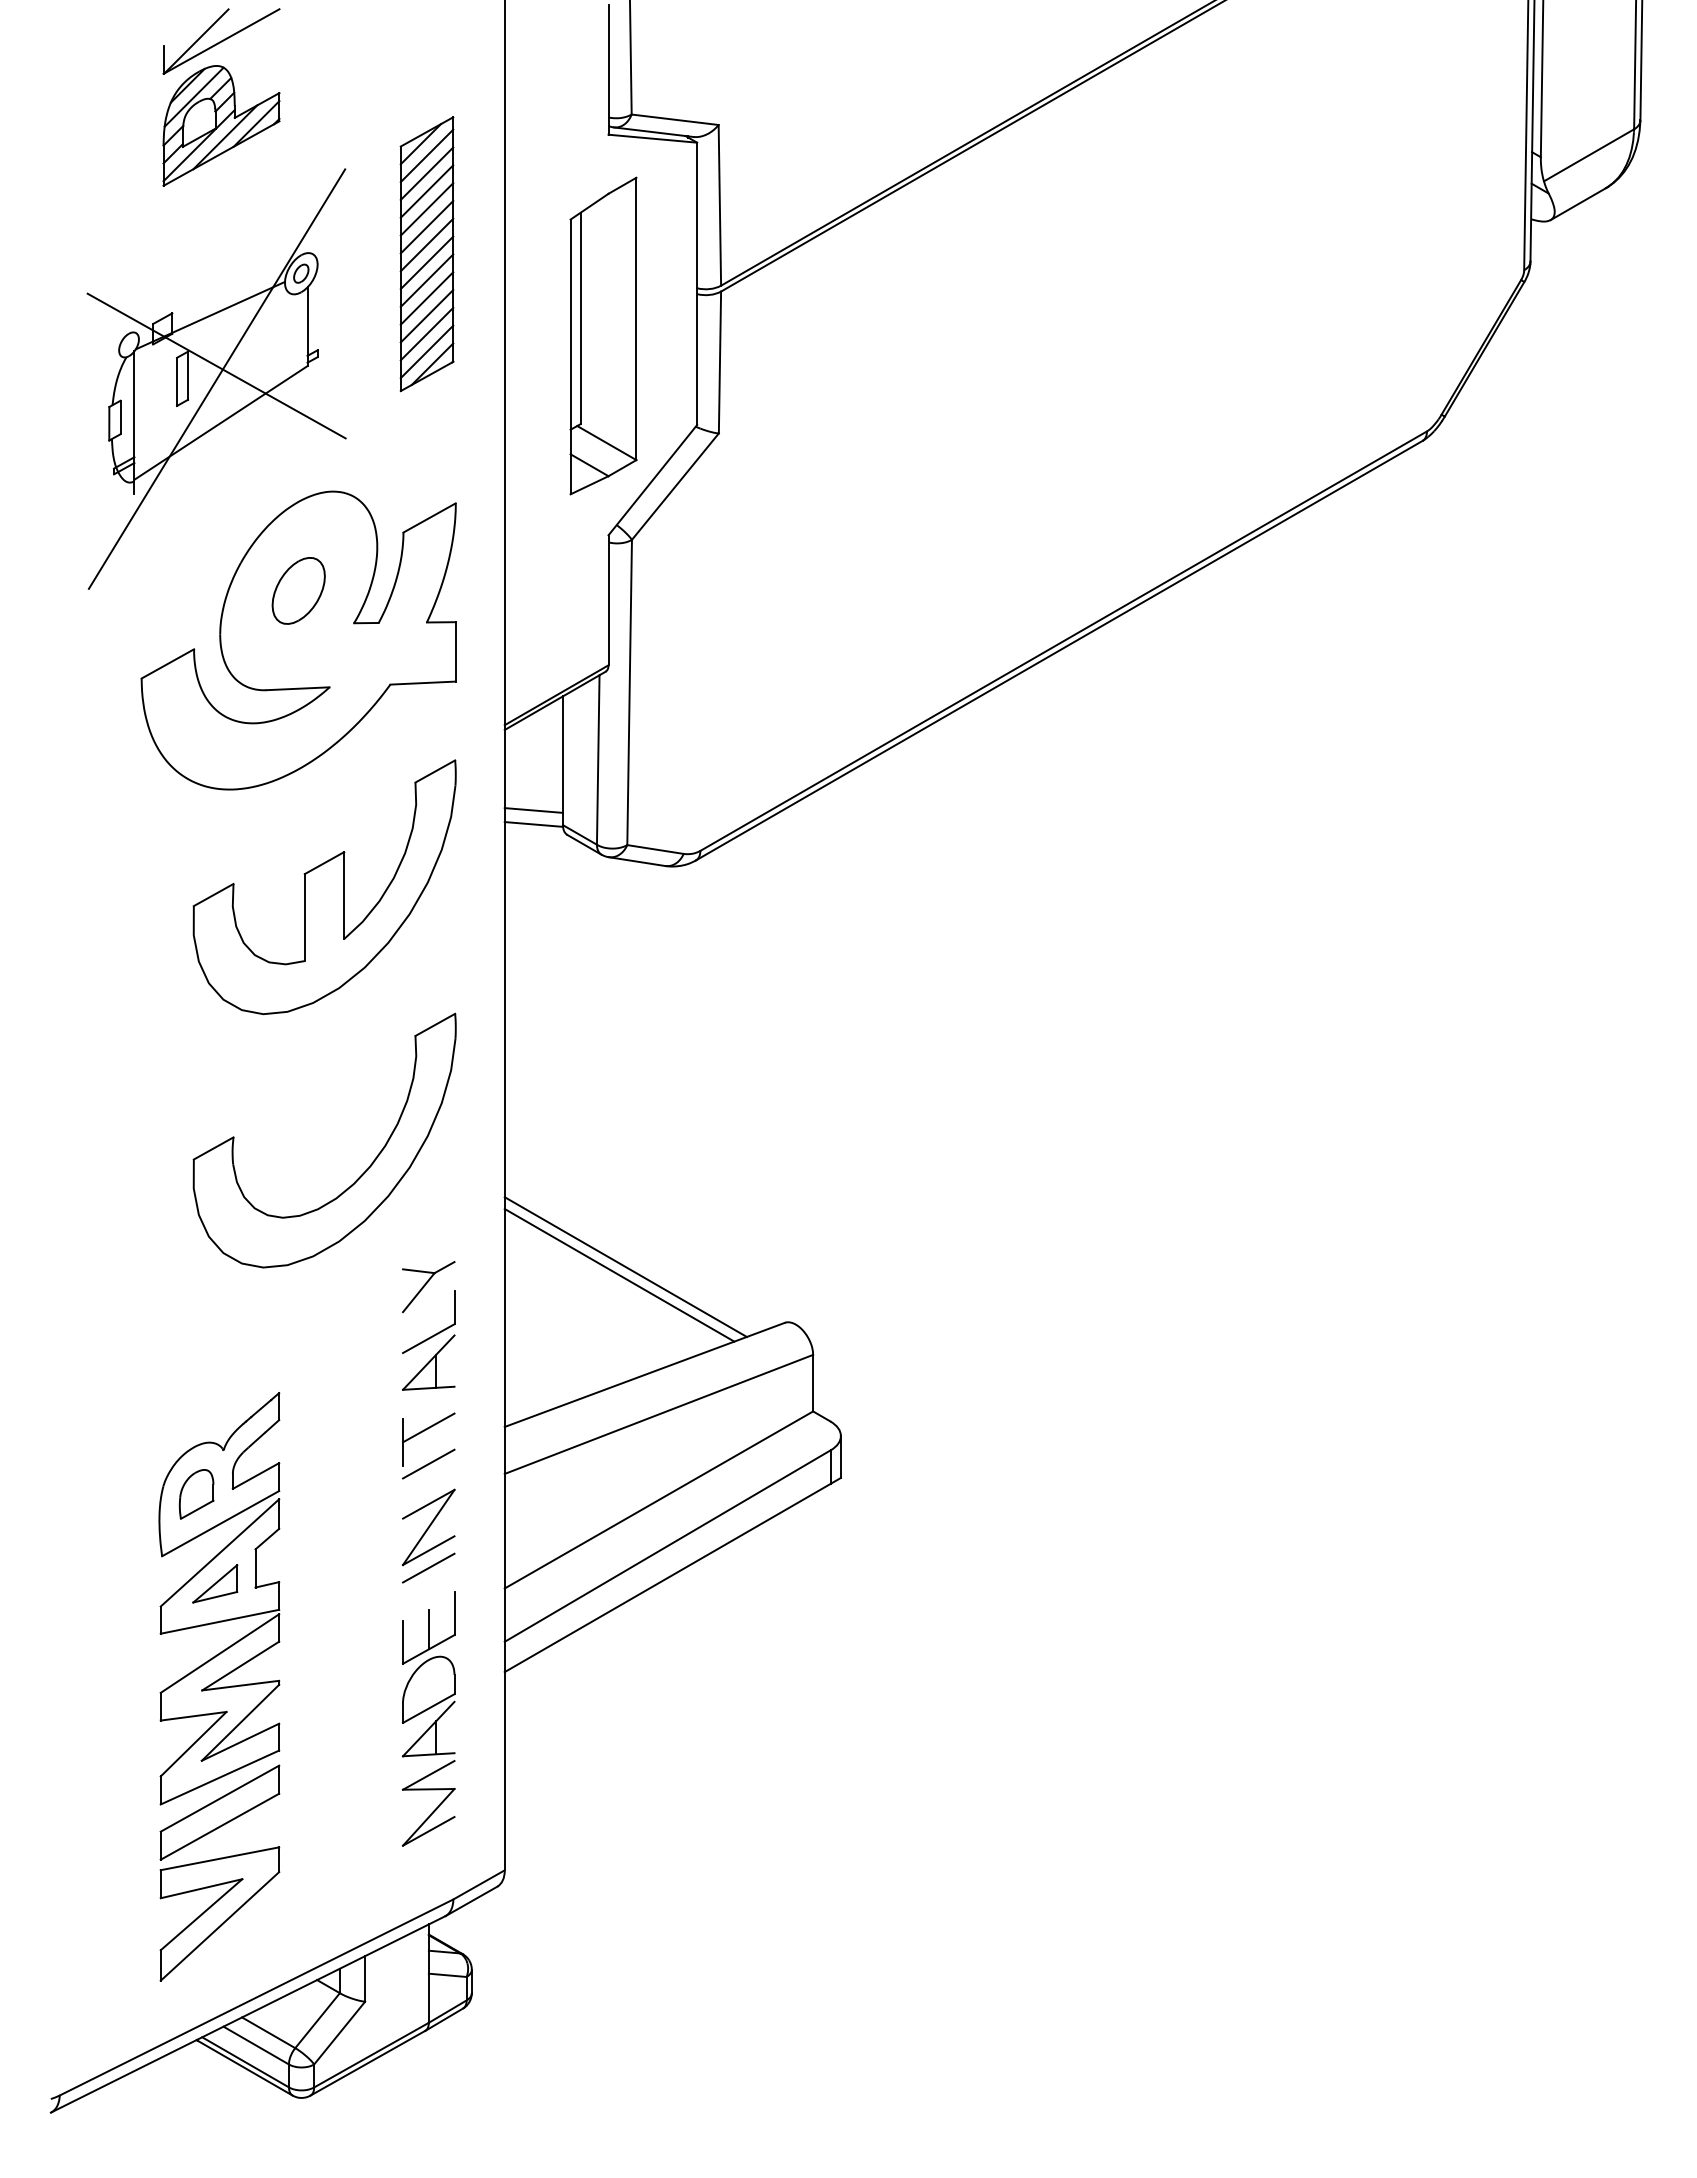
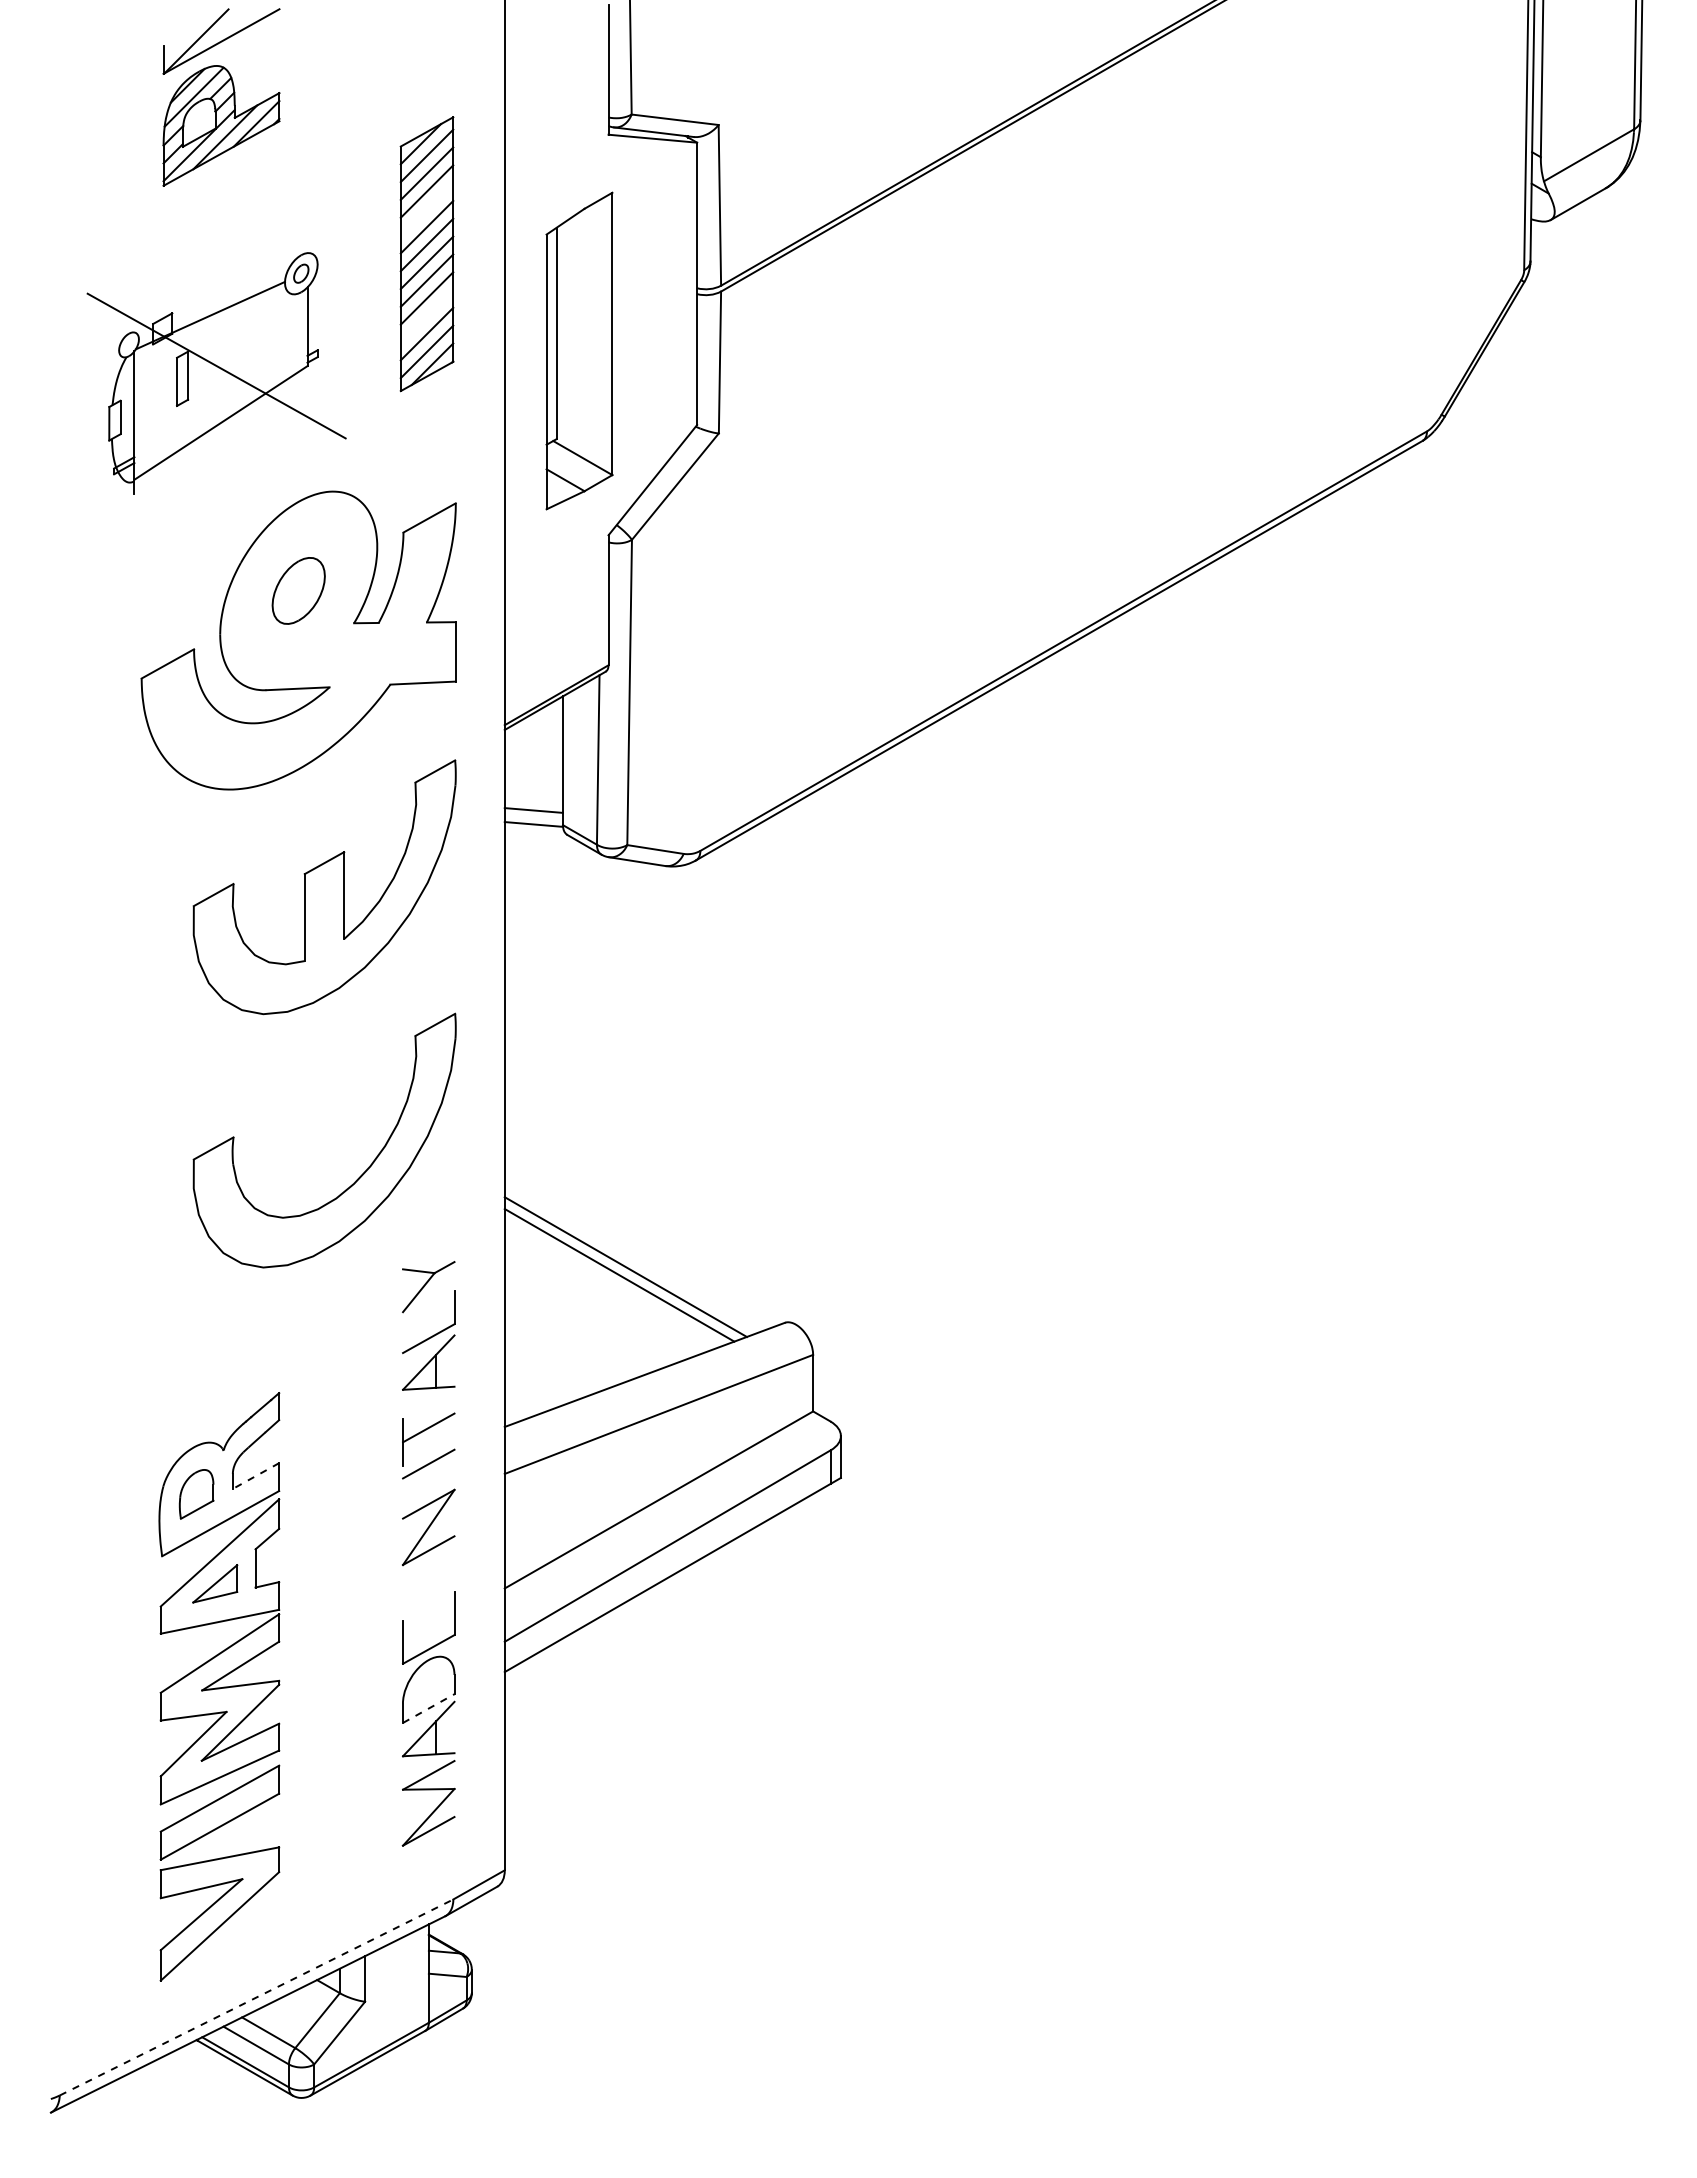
line at (426, 209): present -> none
line at (426, 316): present -> none
part at (603, 335) position: (603, 335) -> (579, 350)
line at (216, 378): present -> none
line at (256, 1476): solid -> dashed
line at (428, 1567): present -> none
line at (428, 1629): present -> none
line at (429, 1708): solid -> dashed
line at (256, 1997): solid -> dashed
